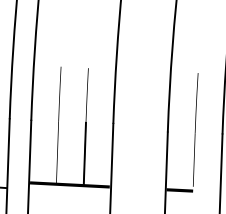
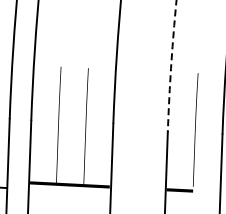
arc at (171, 65): solid -> dashed
line at (84, 153): present -> none
